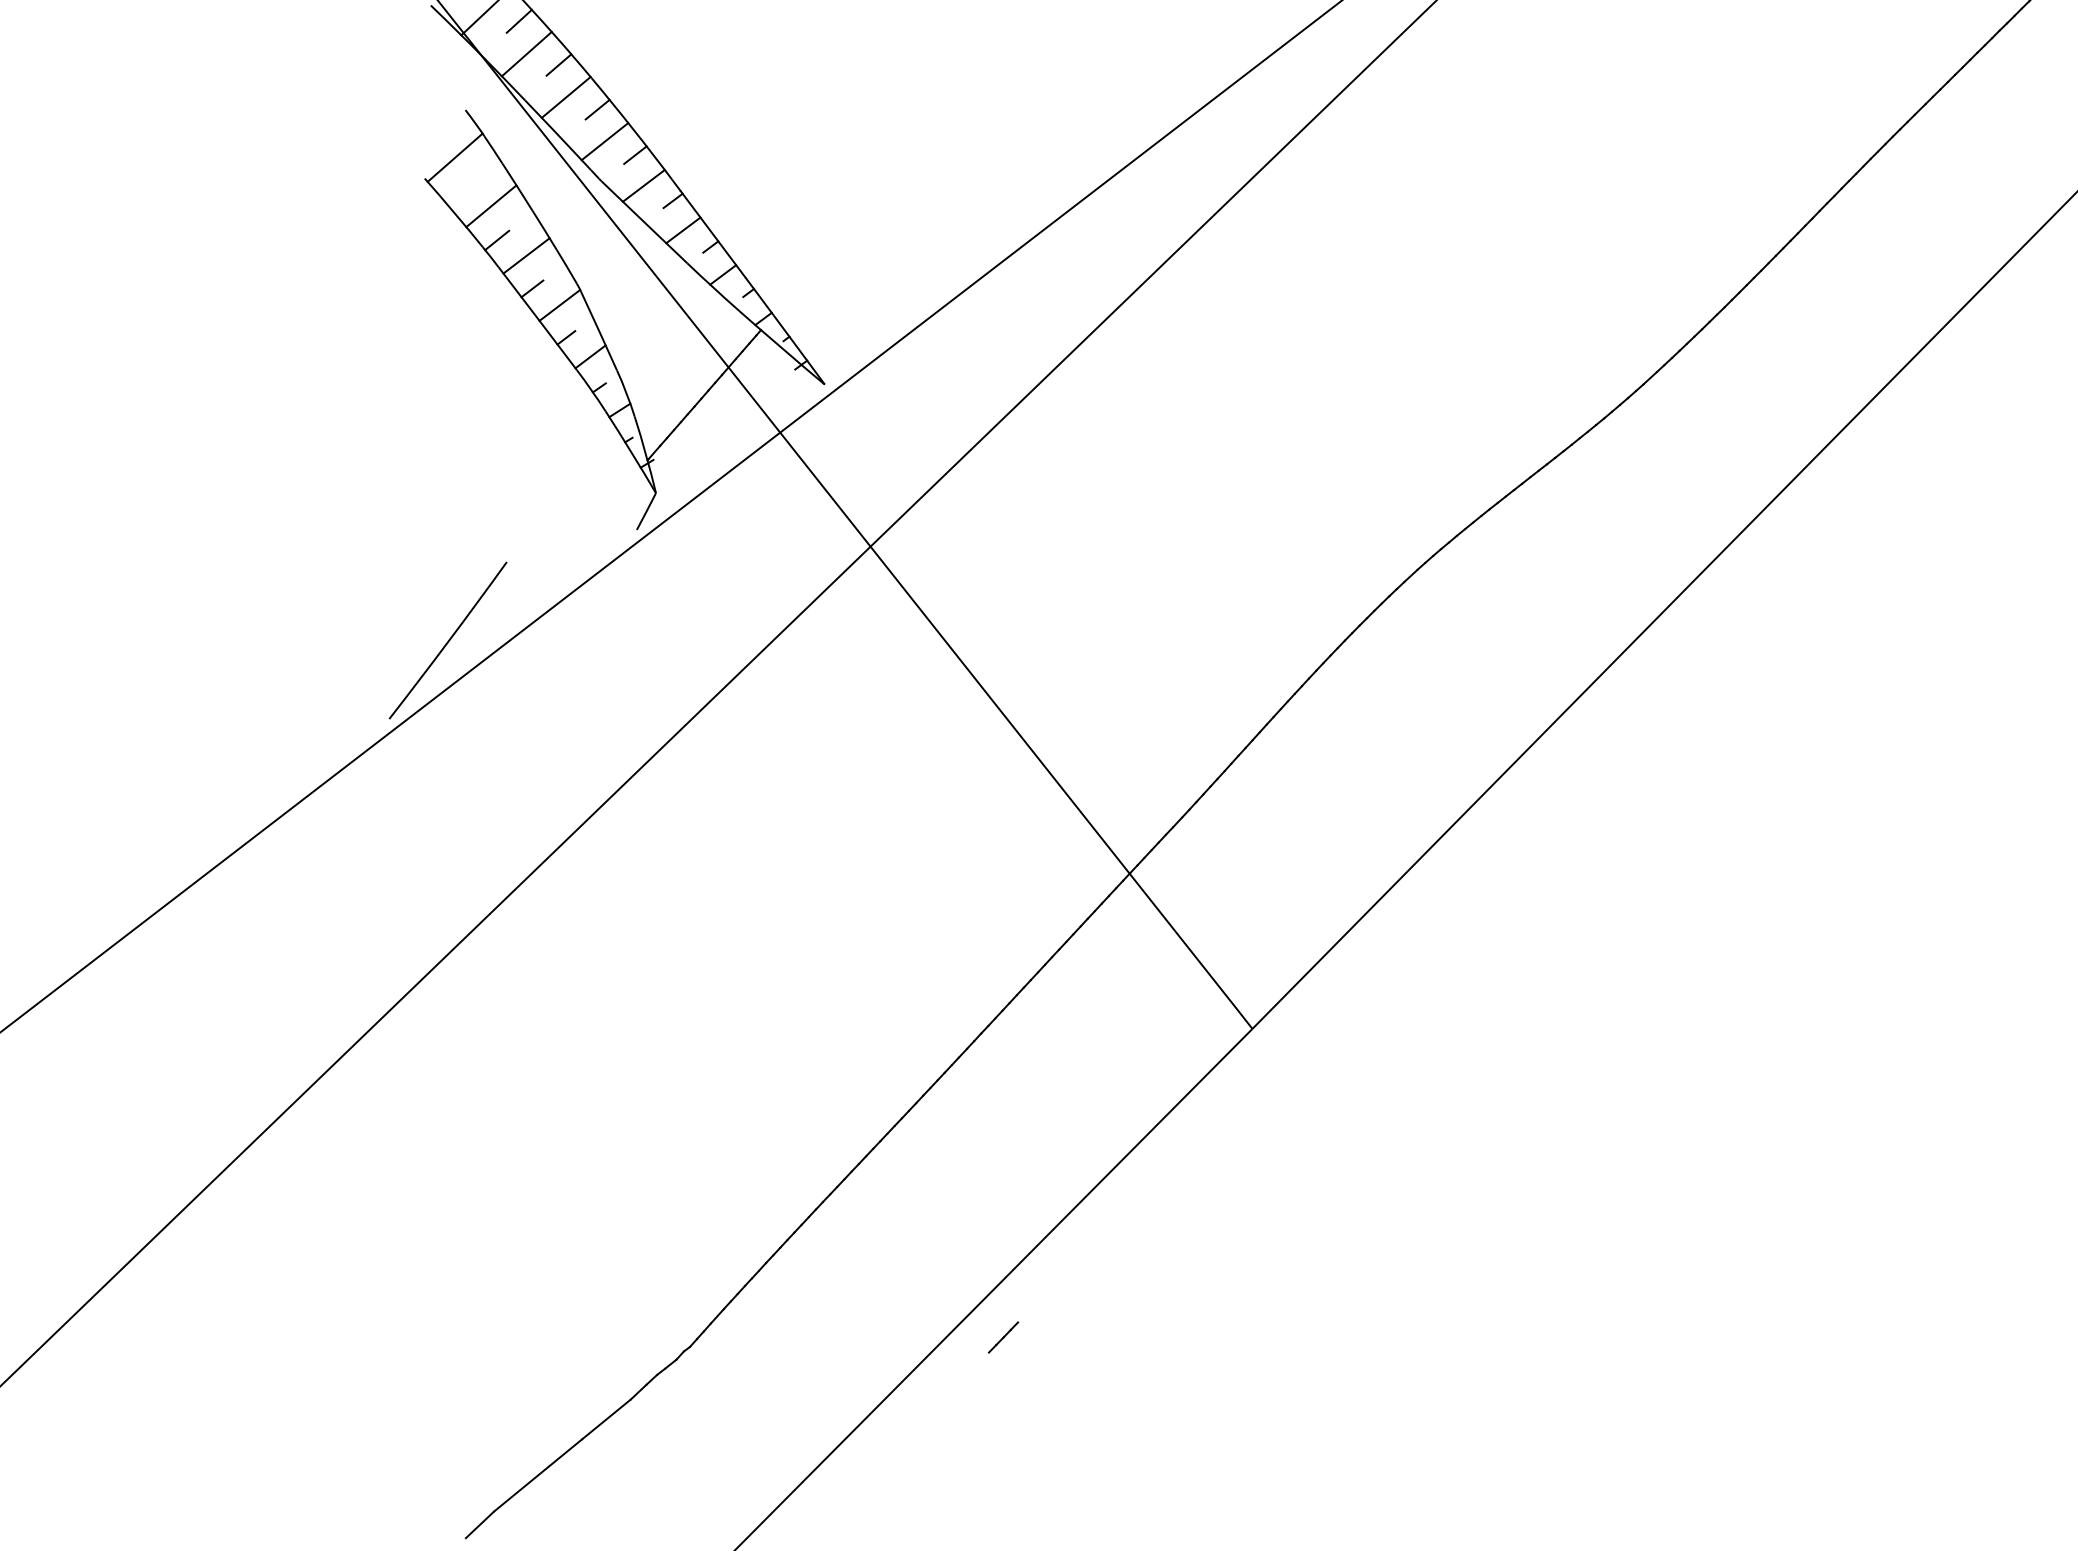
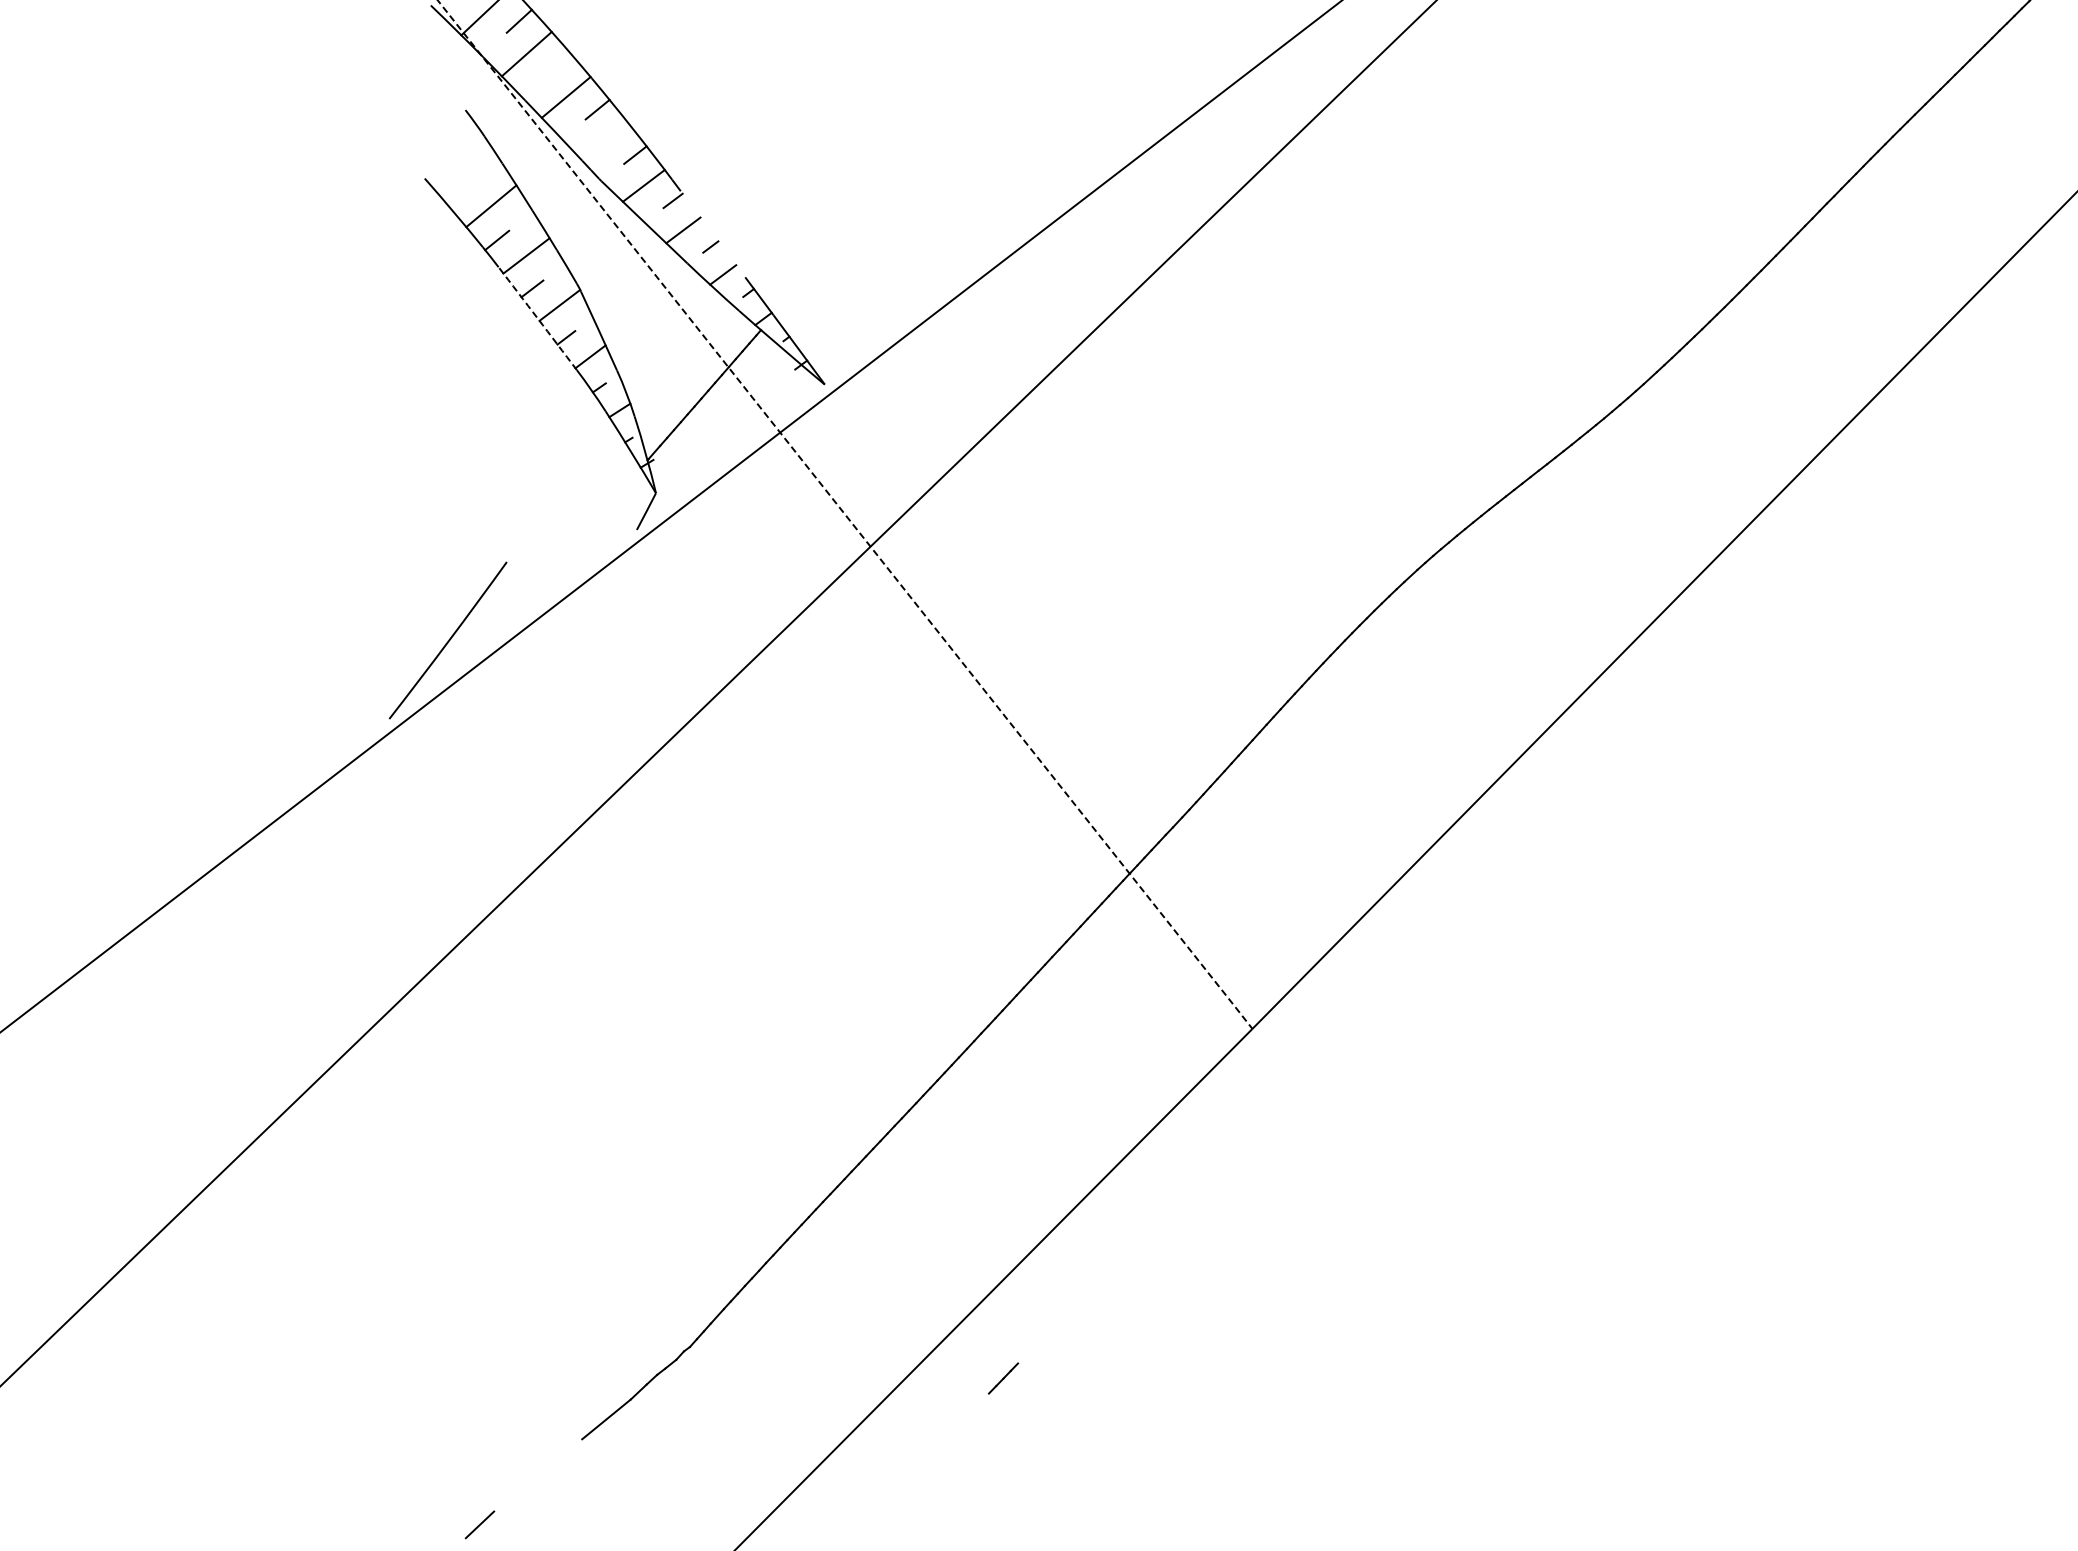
line at (558, 64): present -> none
line at (604, 141): present -> none
line at (454, 157): present -> none
line at (712, 234): present -> none
arc at (537, 318): solid -> dashed
line at (845, 515): solid -> dashed
line at (1003, 1337) position: (1003, 1337) -> (1003, 1378)
line at (538, 1475): present -> none
